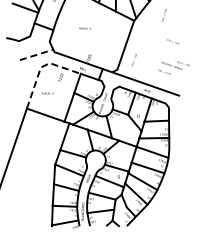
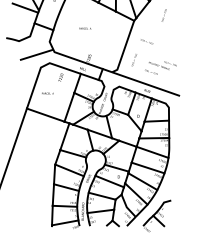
text at (173, 41) position: (173, 41) -> (147, 41)
line at (36, 54): dashed -> solid
line at (40, 67): dashed -> solid
text at (173, 67) position: (173, 67) -> (160, 67)
part at (156, 215): none -> present
